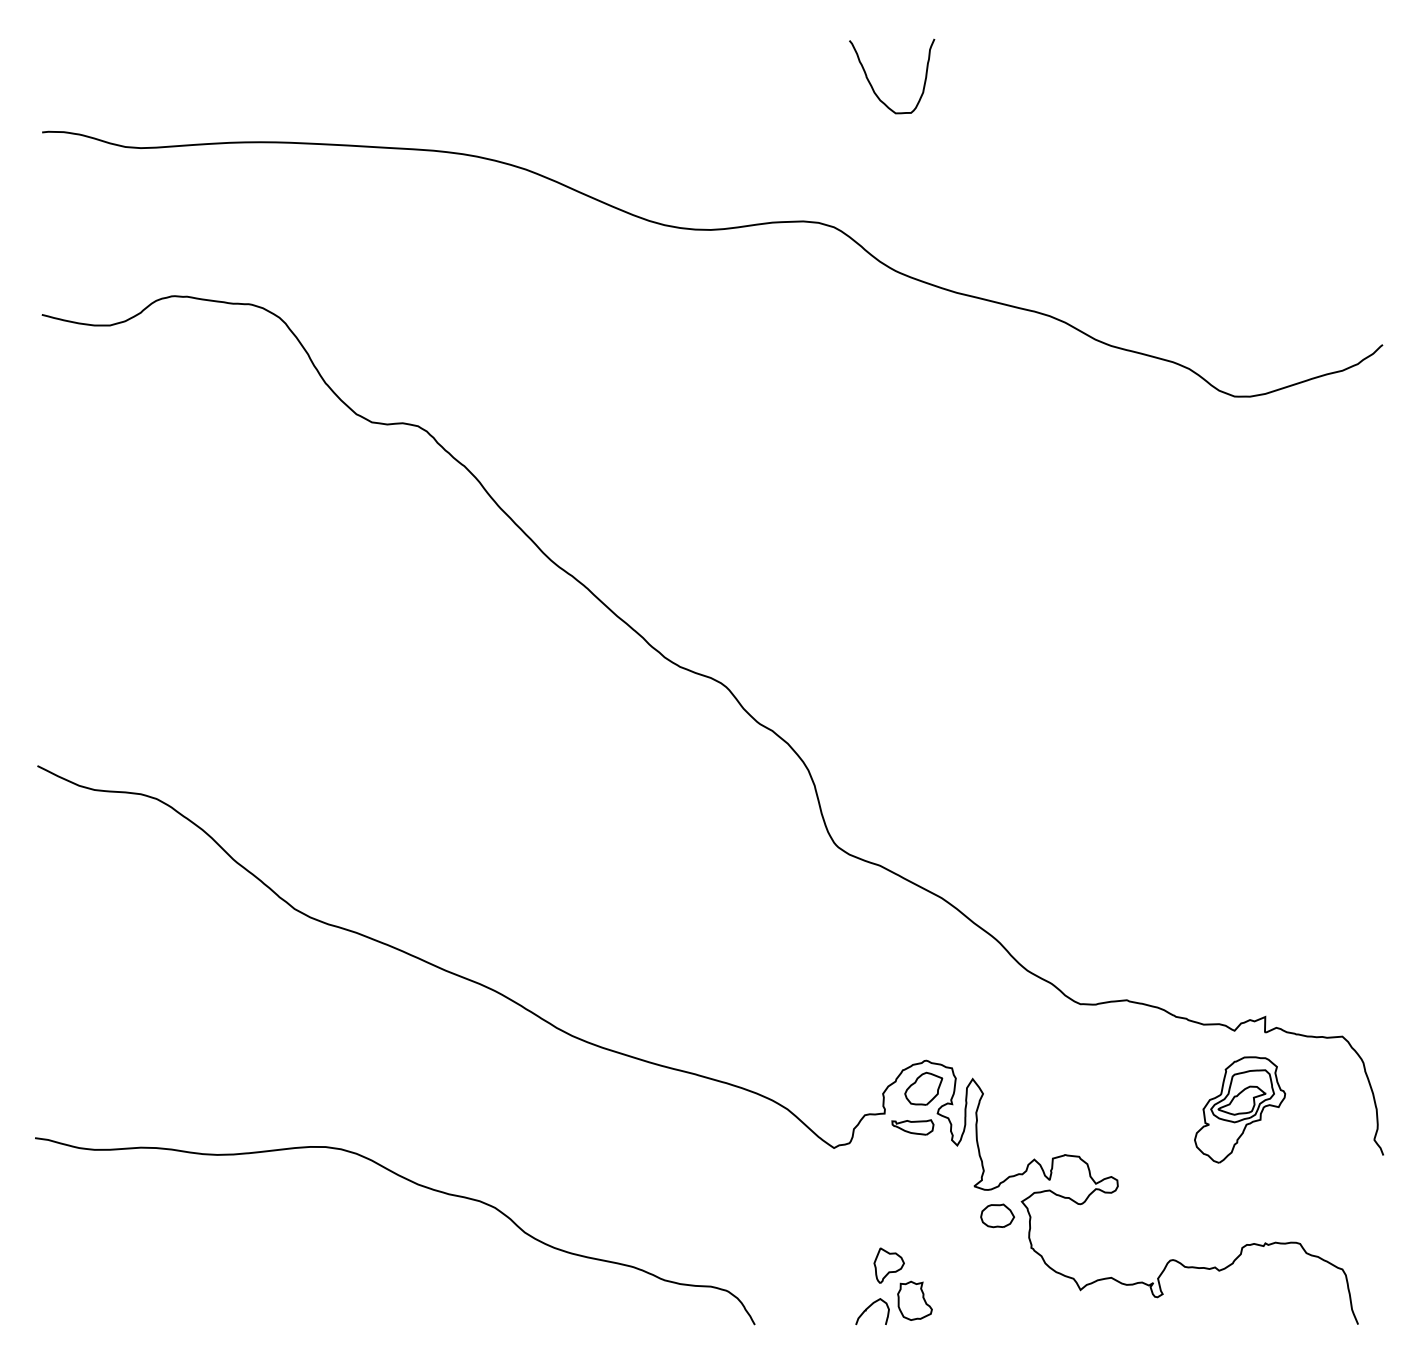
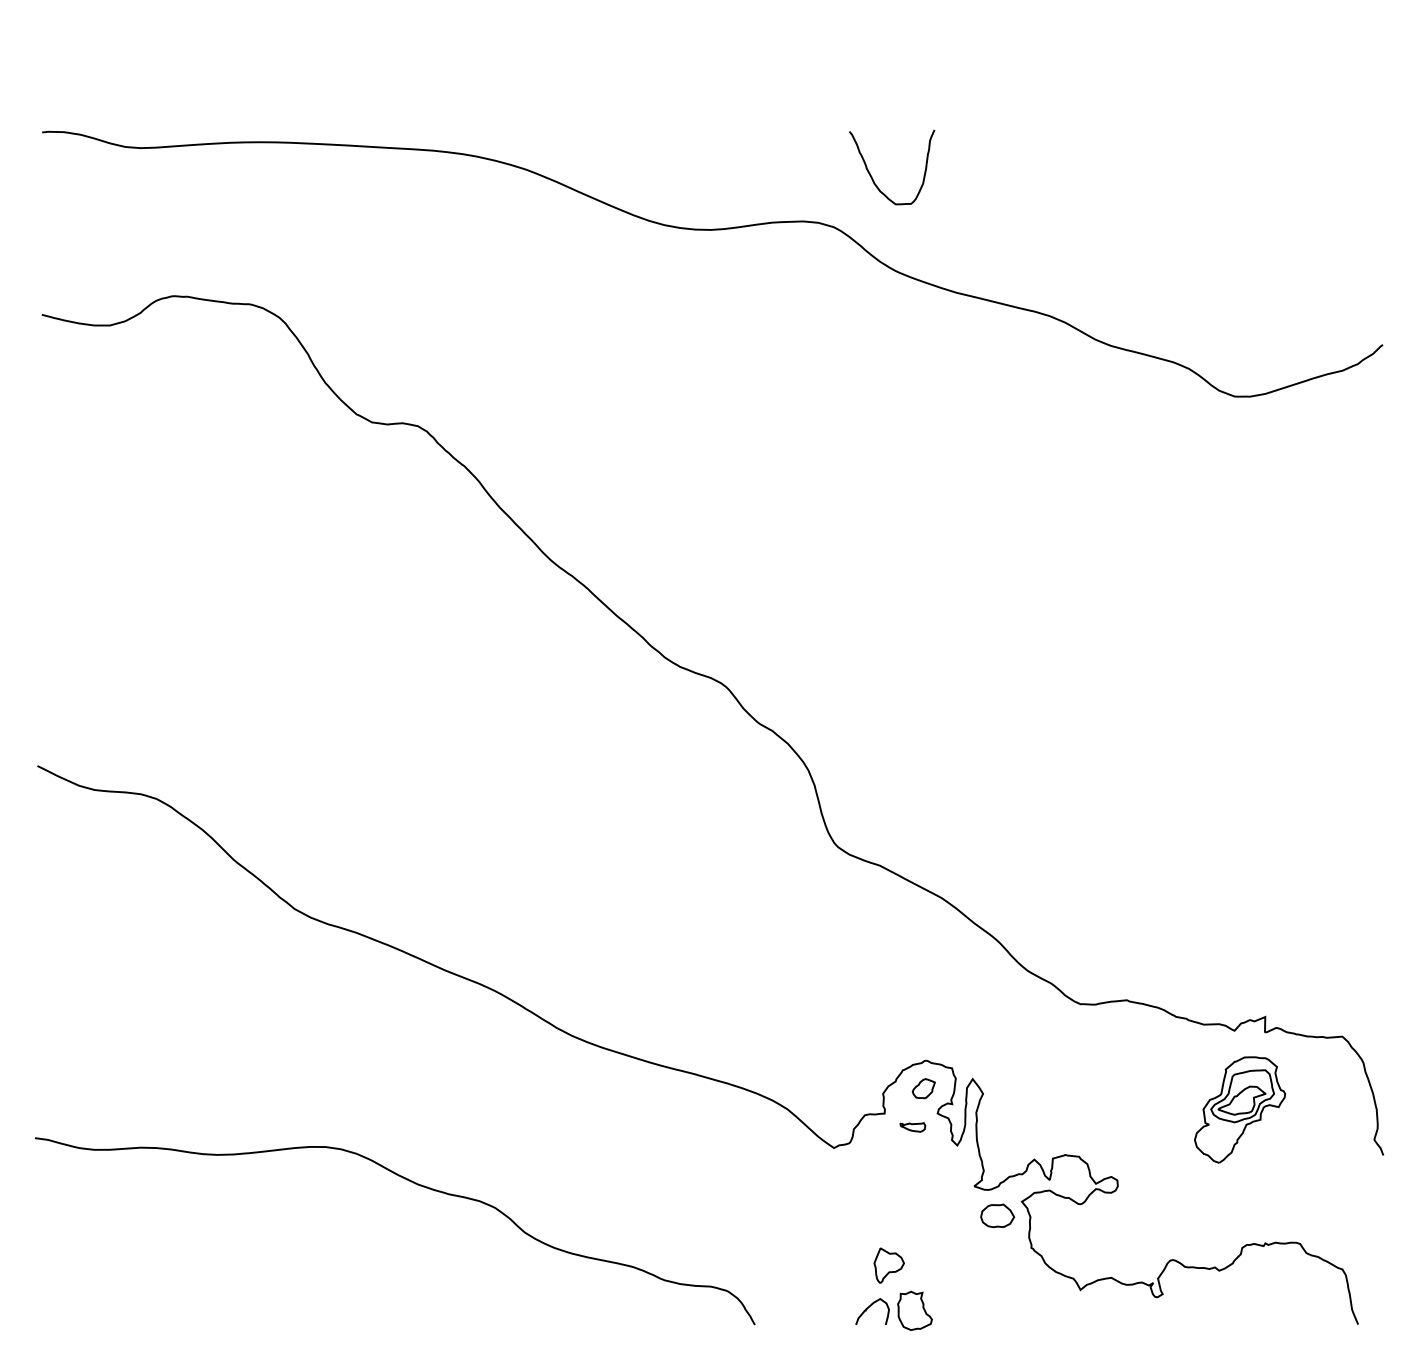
curve at (872, 85) position: (872, 85) -> (872, 176)
part at (923, 1088) size: 40x35 px -> 25x22 px
part at (912, 1127) size: 44x17 px -> 28x11 px
part at (914, 1300) position: (914, 1300) -> (914, 1310)
